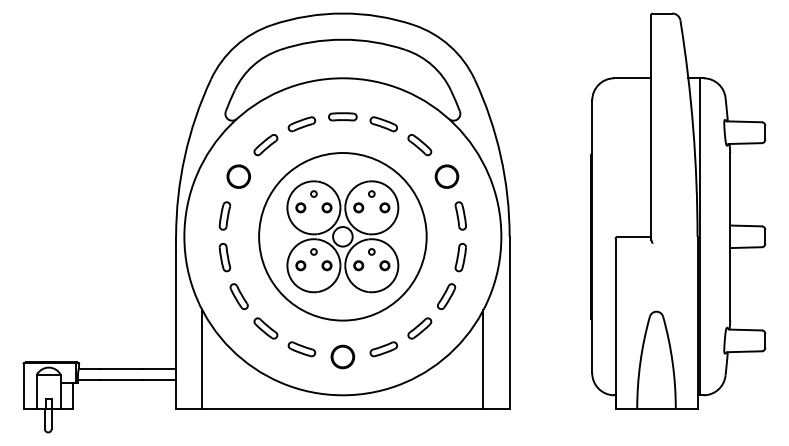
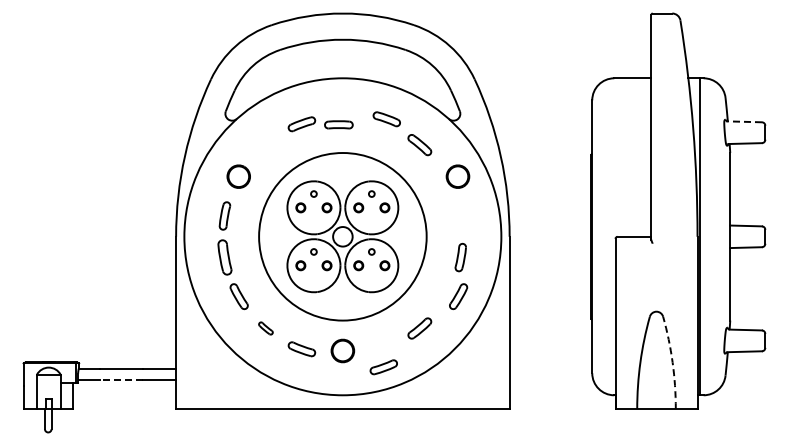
part at (342, 116) position: (342, 116) -> (338, 124)
line at (744, 121): solid -> dashed
part at (383, 124) position: (383, 124) -> (386, 119)
part at (265, 145): present -> none
part at (446, 176) position: (446, 176) -> (457, 176)
part at (460, 215): present -> none
part at (224, 257) size: 14x30 px -> 16x37 px
part at (446, 296) position: (446, 296) -> (458, 296)
part at (265, 328) size: 26x23 px -> 16x15 px
part at (383, 349) position: (383, 349) -> (383, 367)
part at (342, 356) position: (342, 356) -> (342, 350)
line at (202, 359): present -> none
line at (483, 359): present -> none
arc at (672, 362): solid -> dashed
line at (120, 380): solid -> dashed
